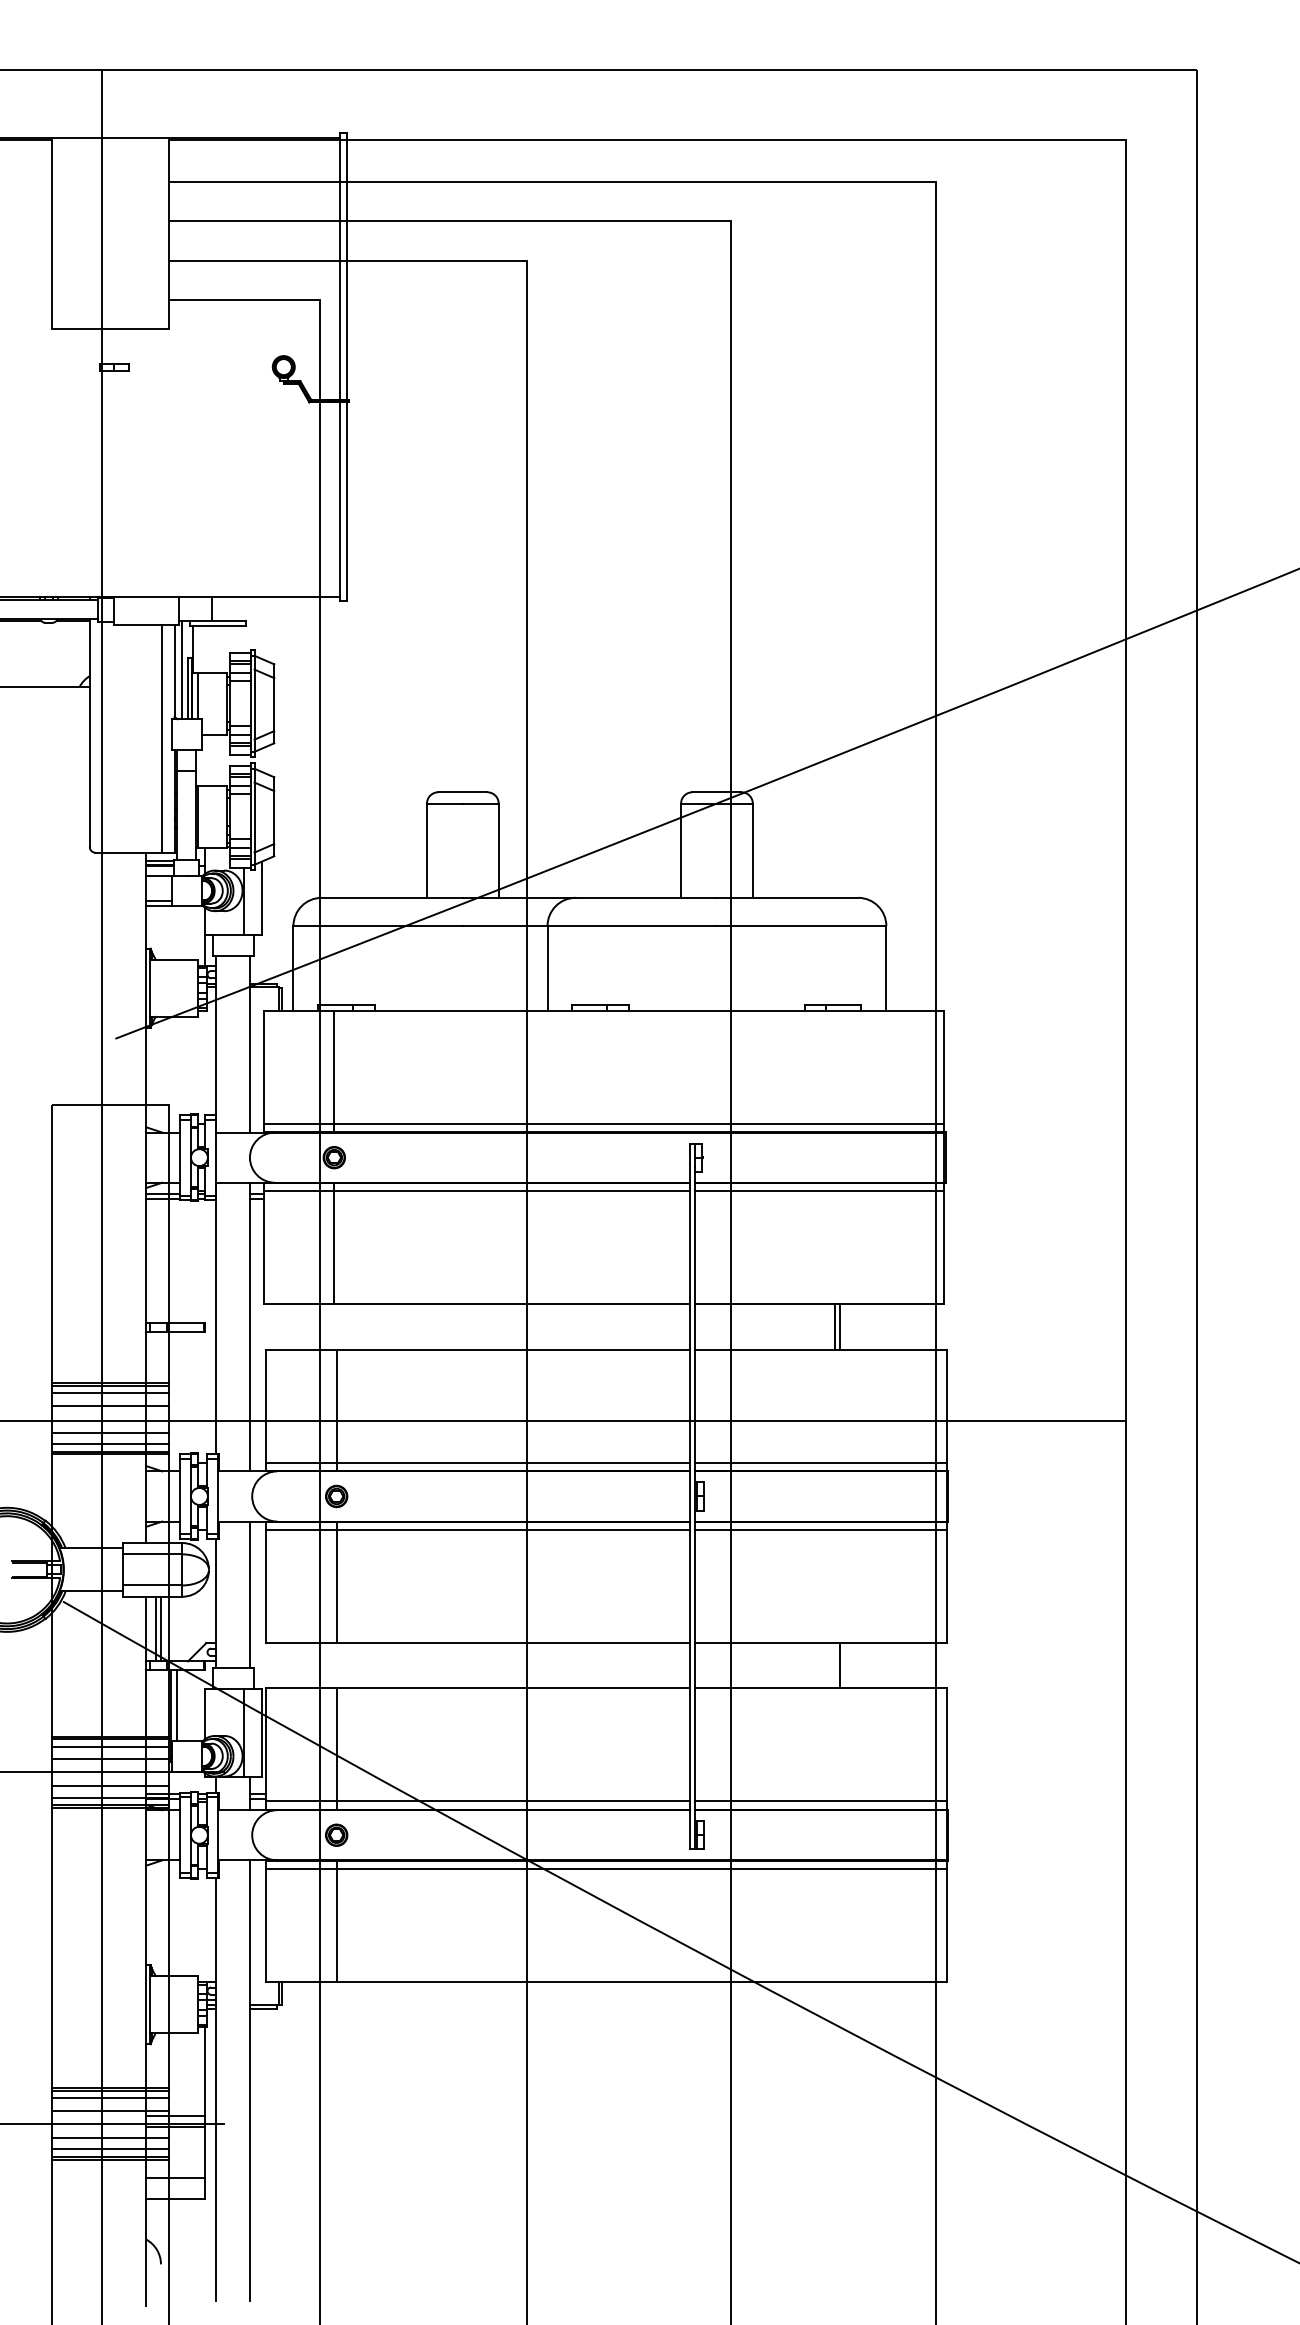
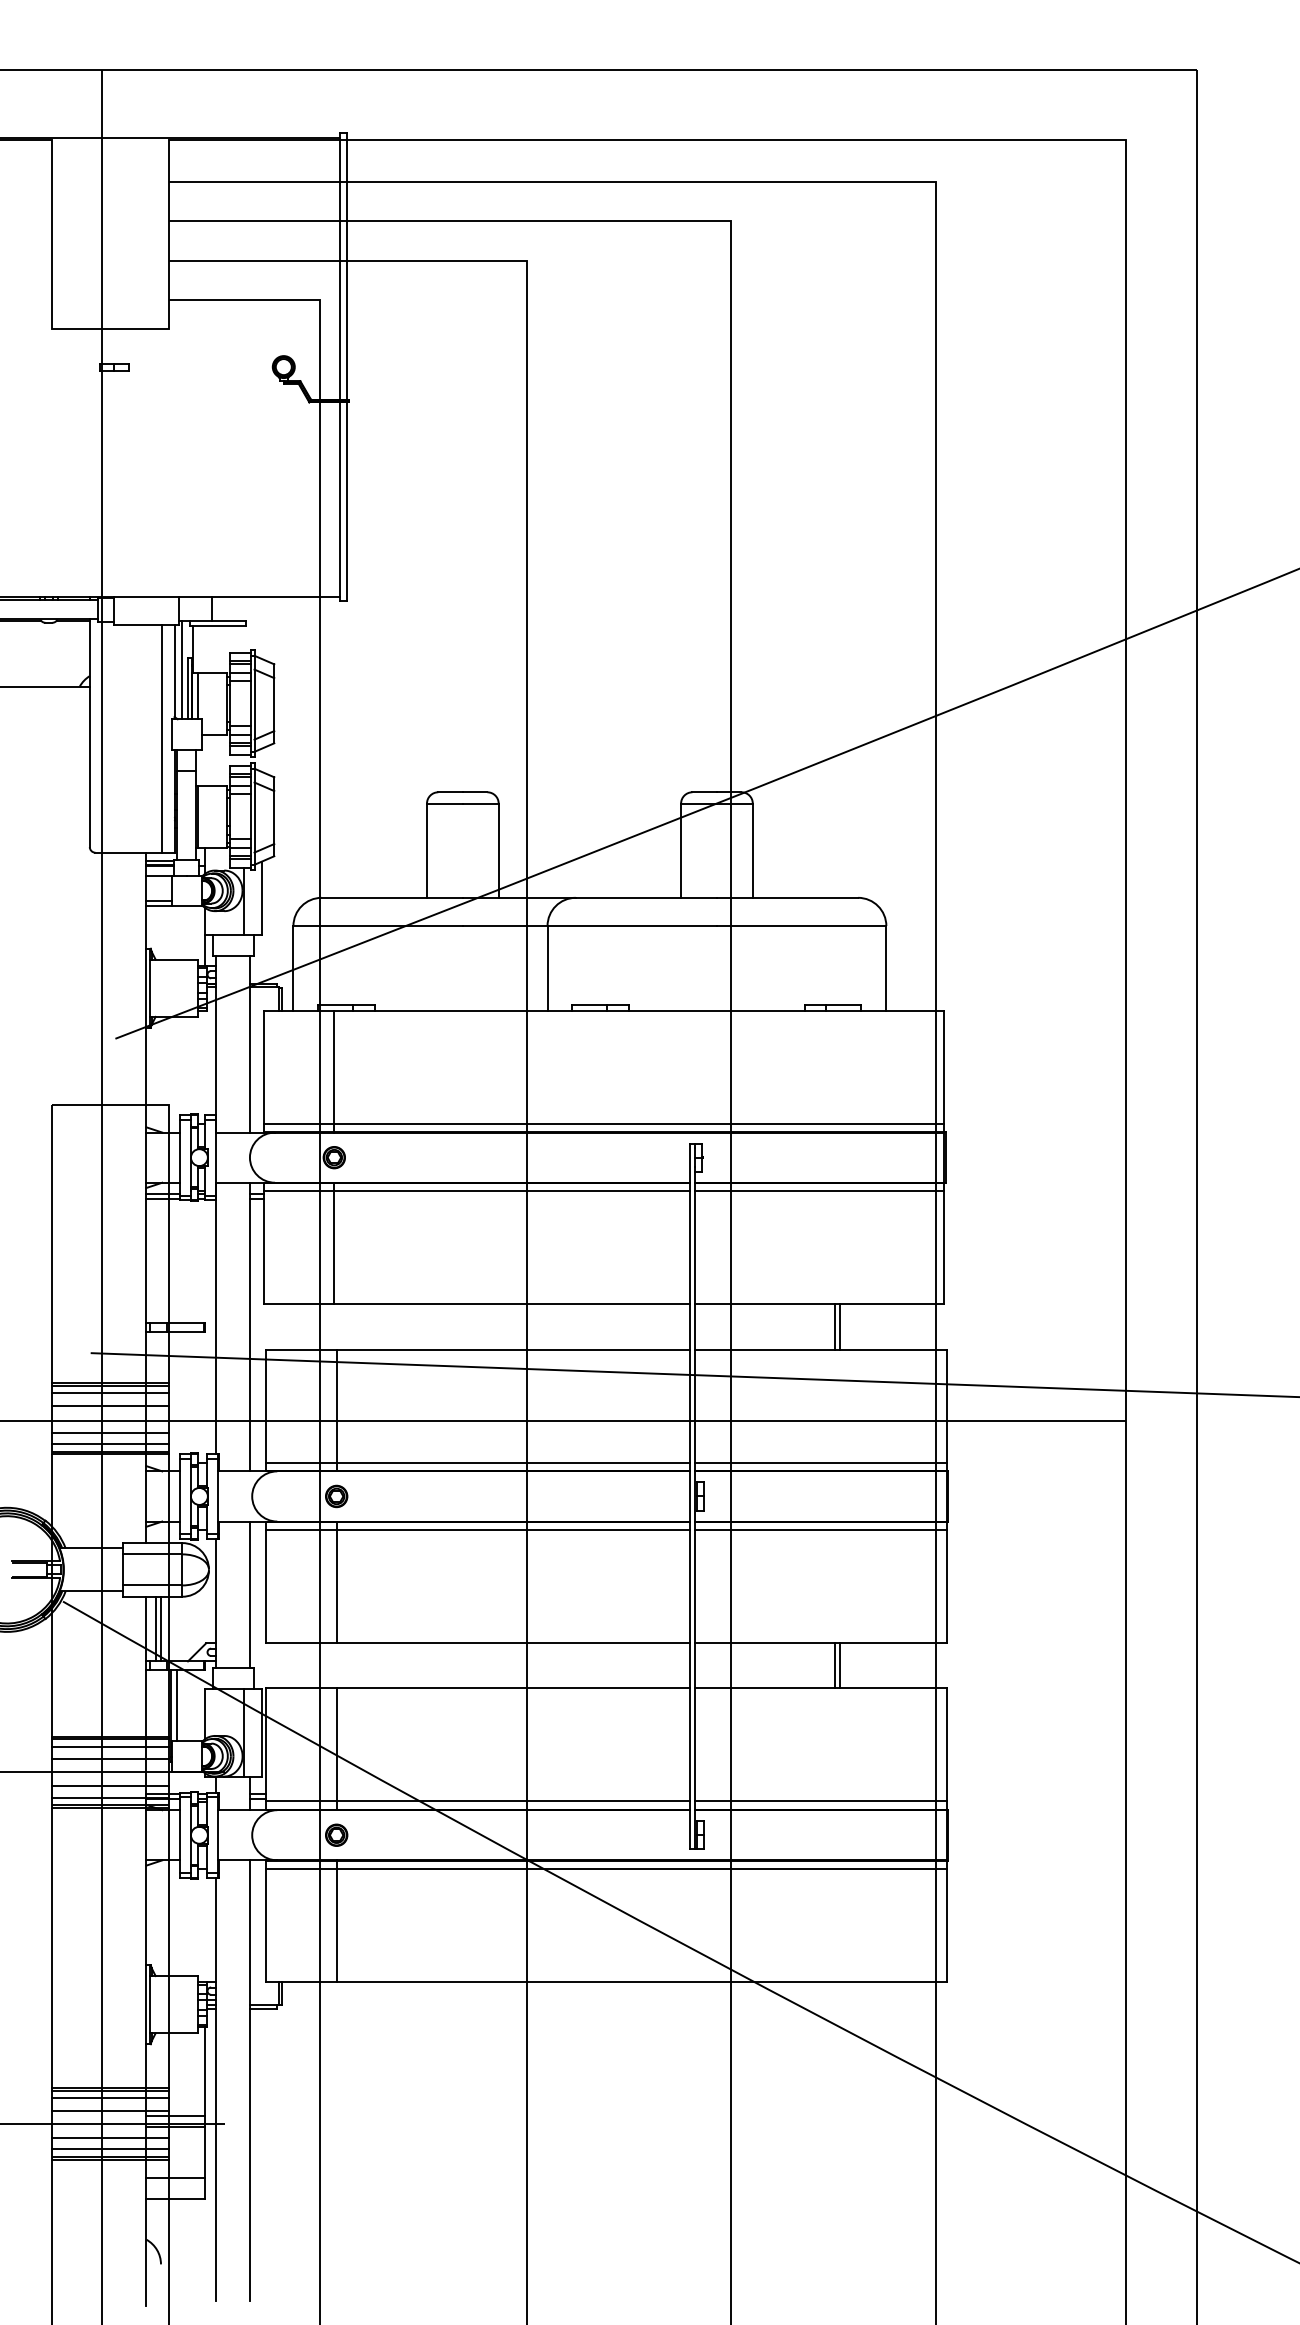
line at (693, 1375): none -> present
line at (834, 1665): none -> present
